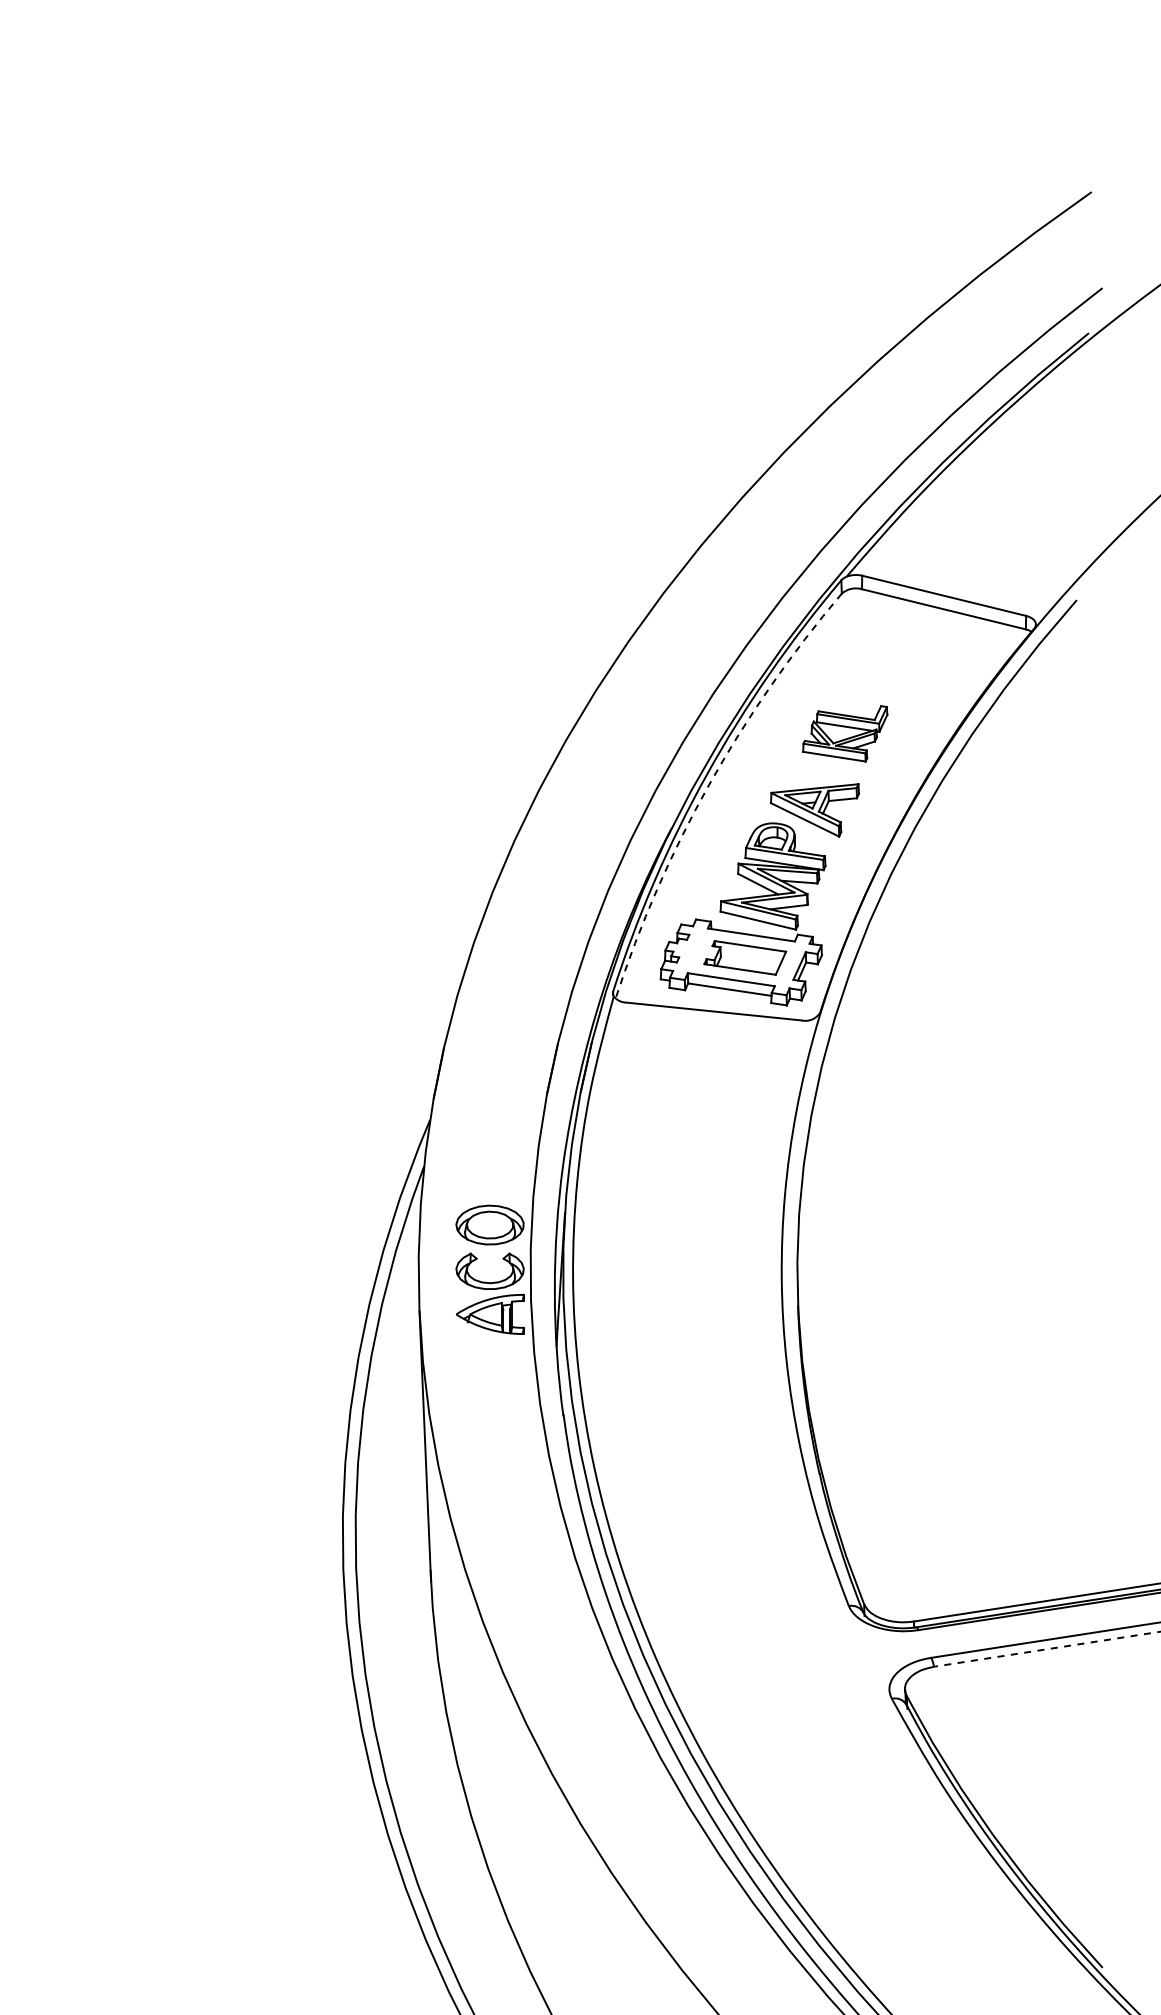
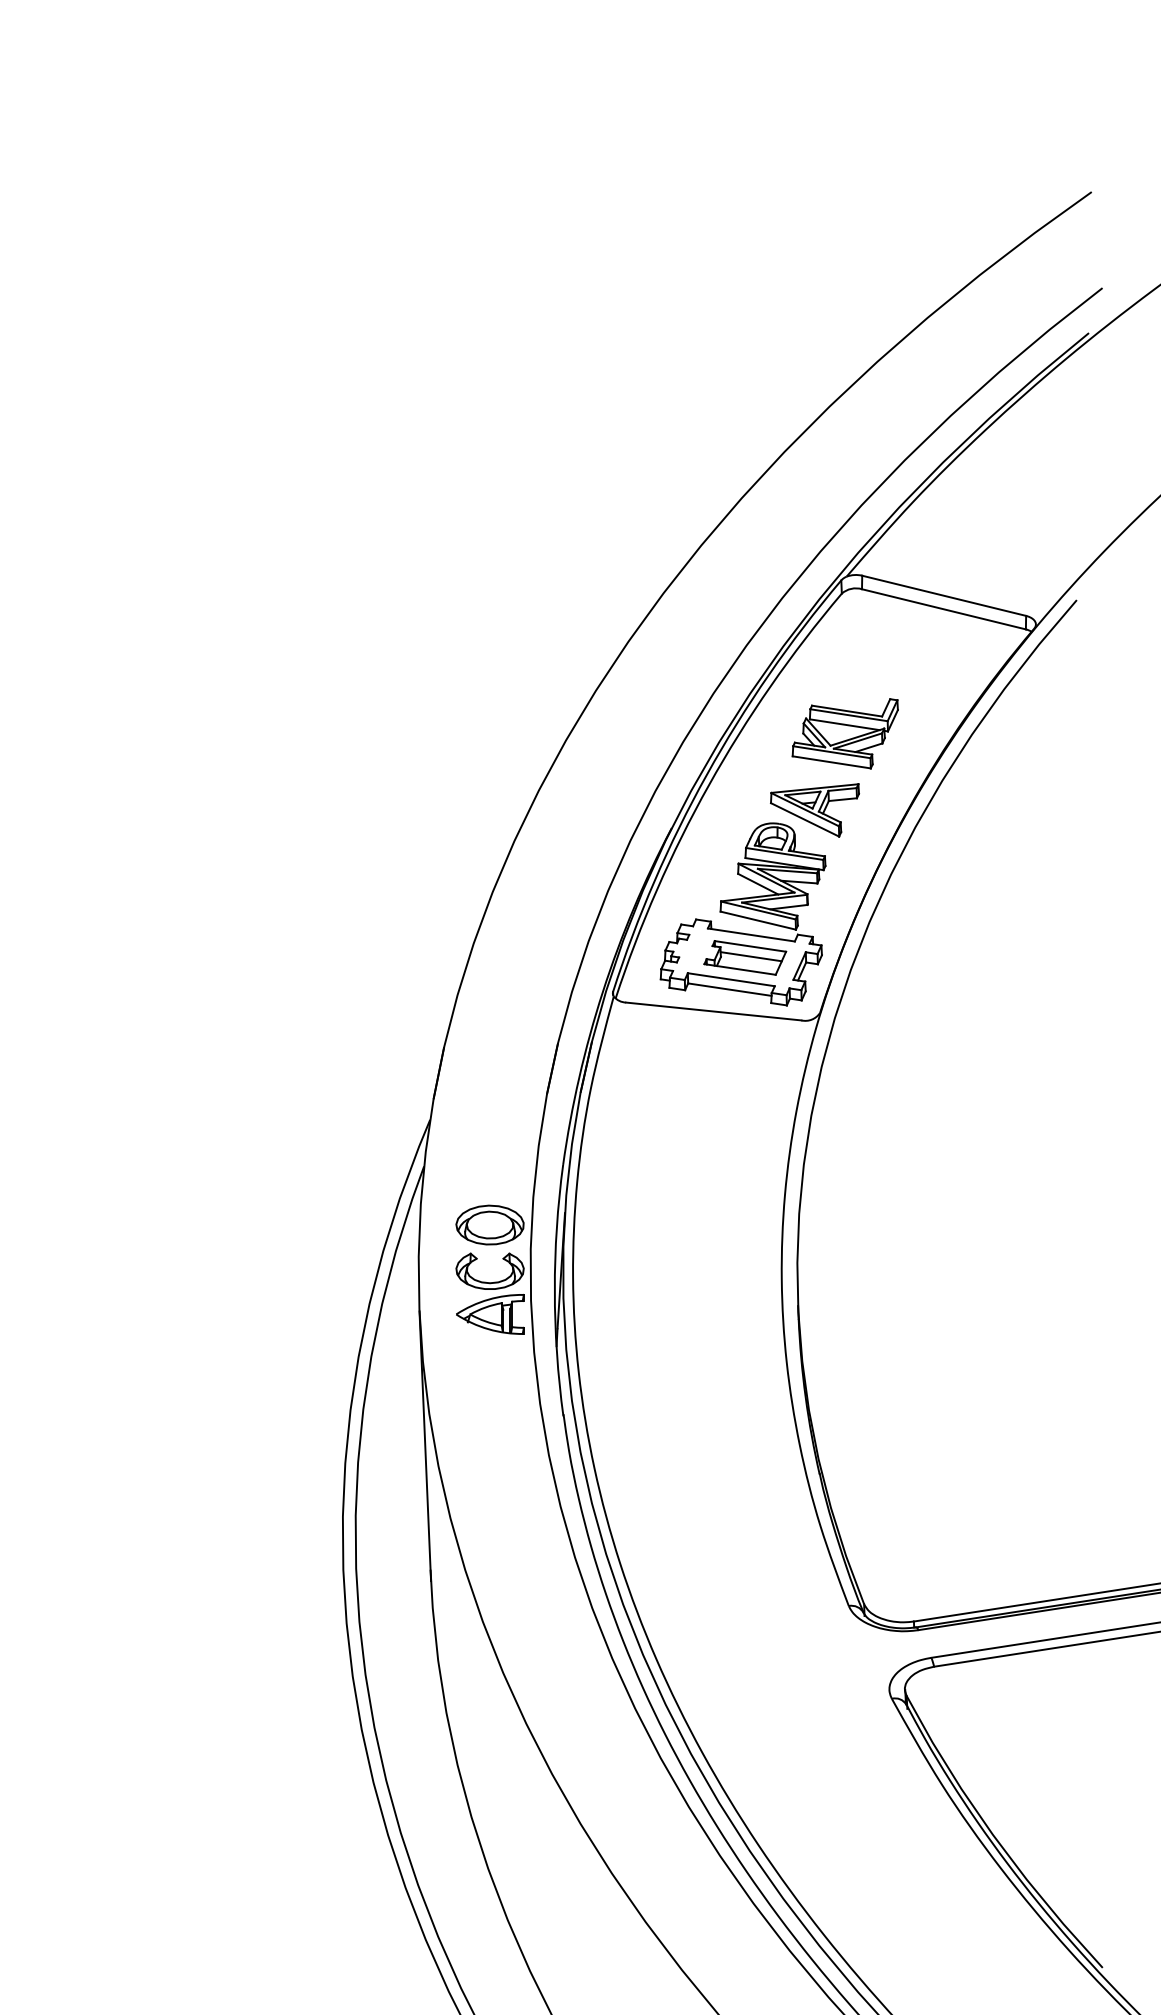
part at (845, 733) size: 87x58 px -> 108x72 px
arc at (709, 785): dashed -> solid
line at (750, 956): none -> present
line at (1047, 1649): dashed -> solid
